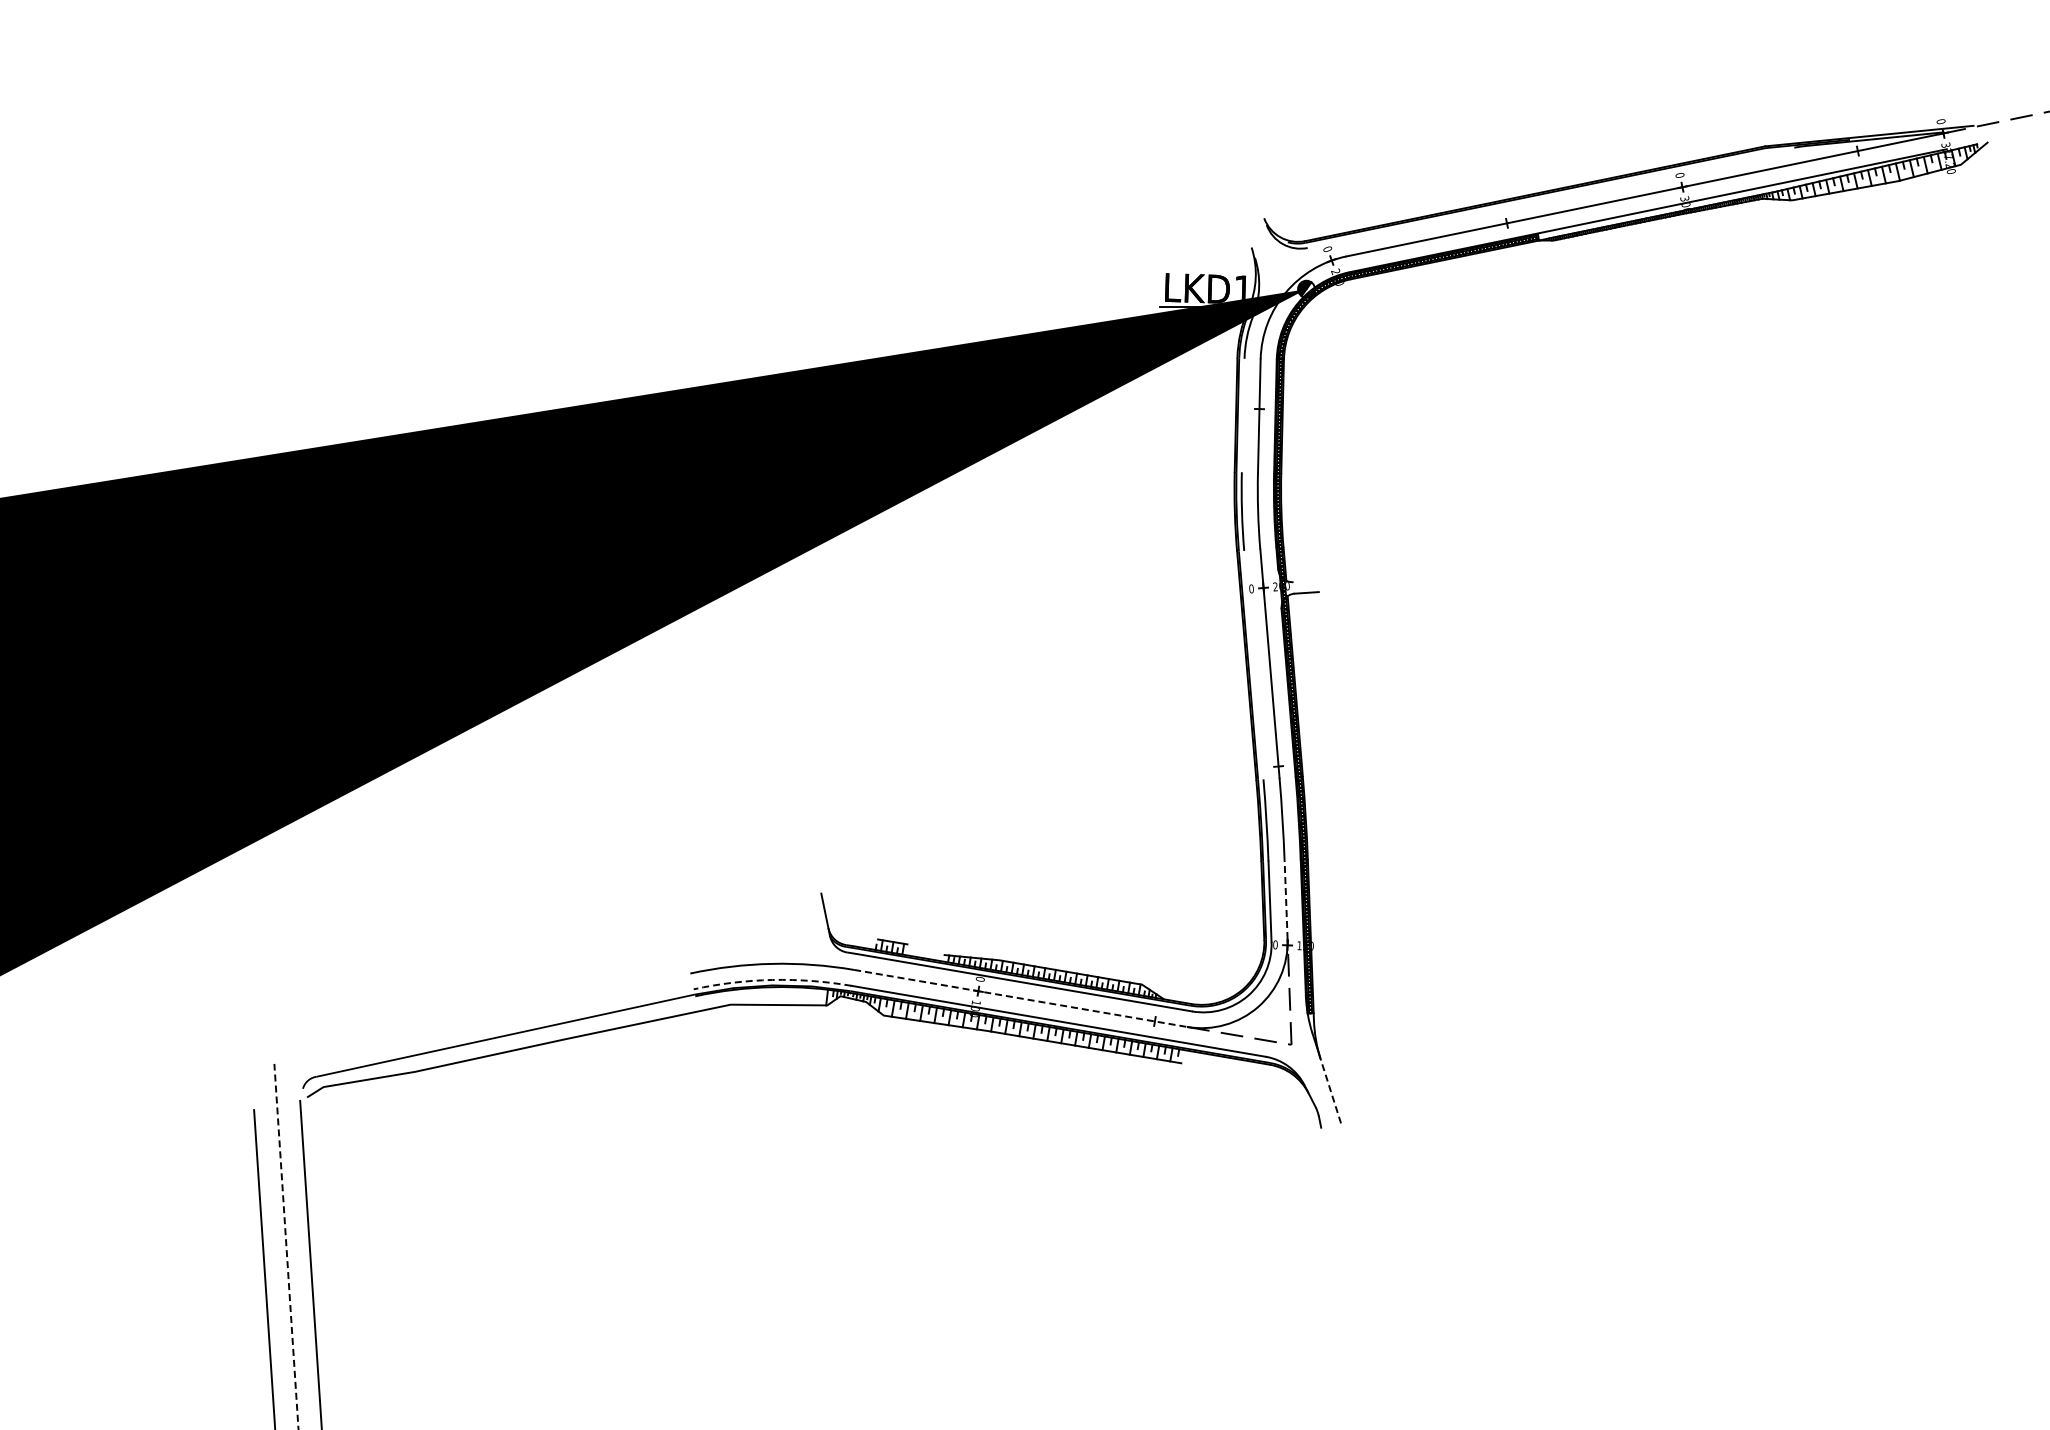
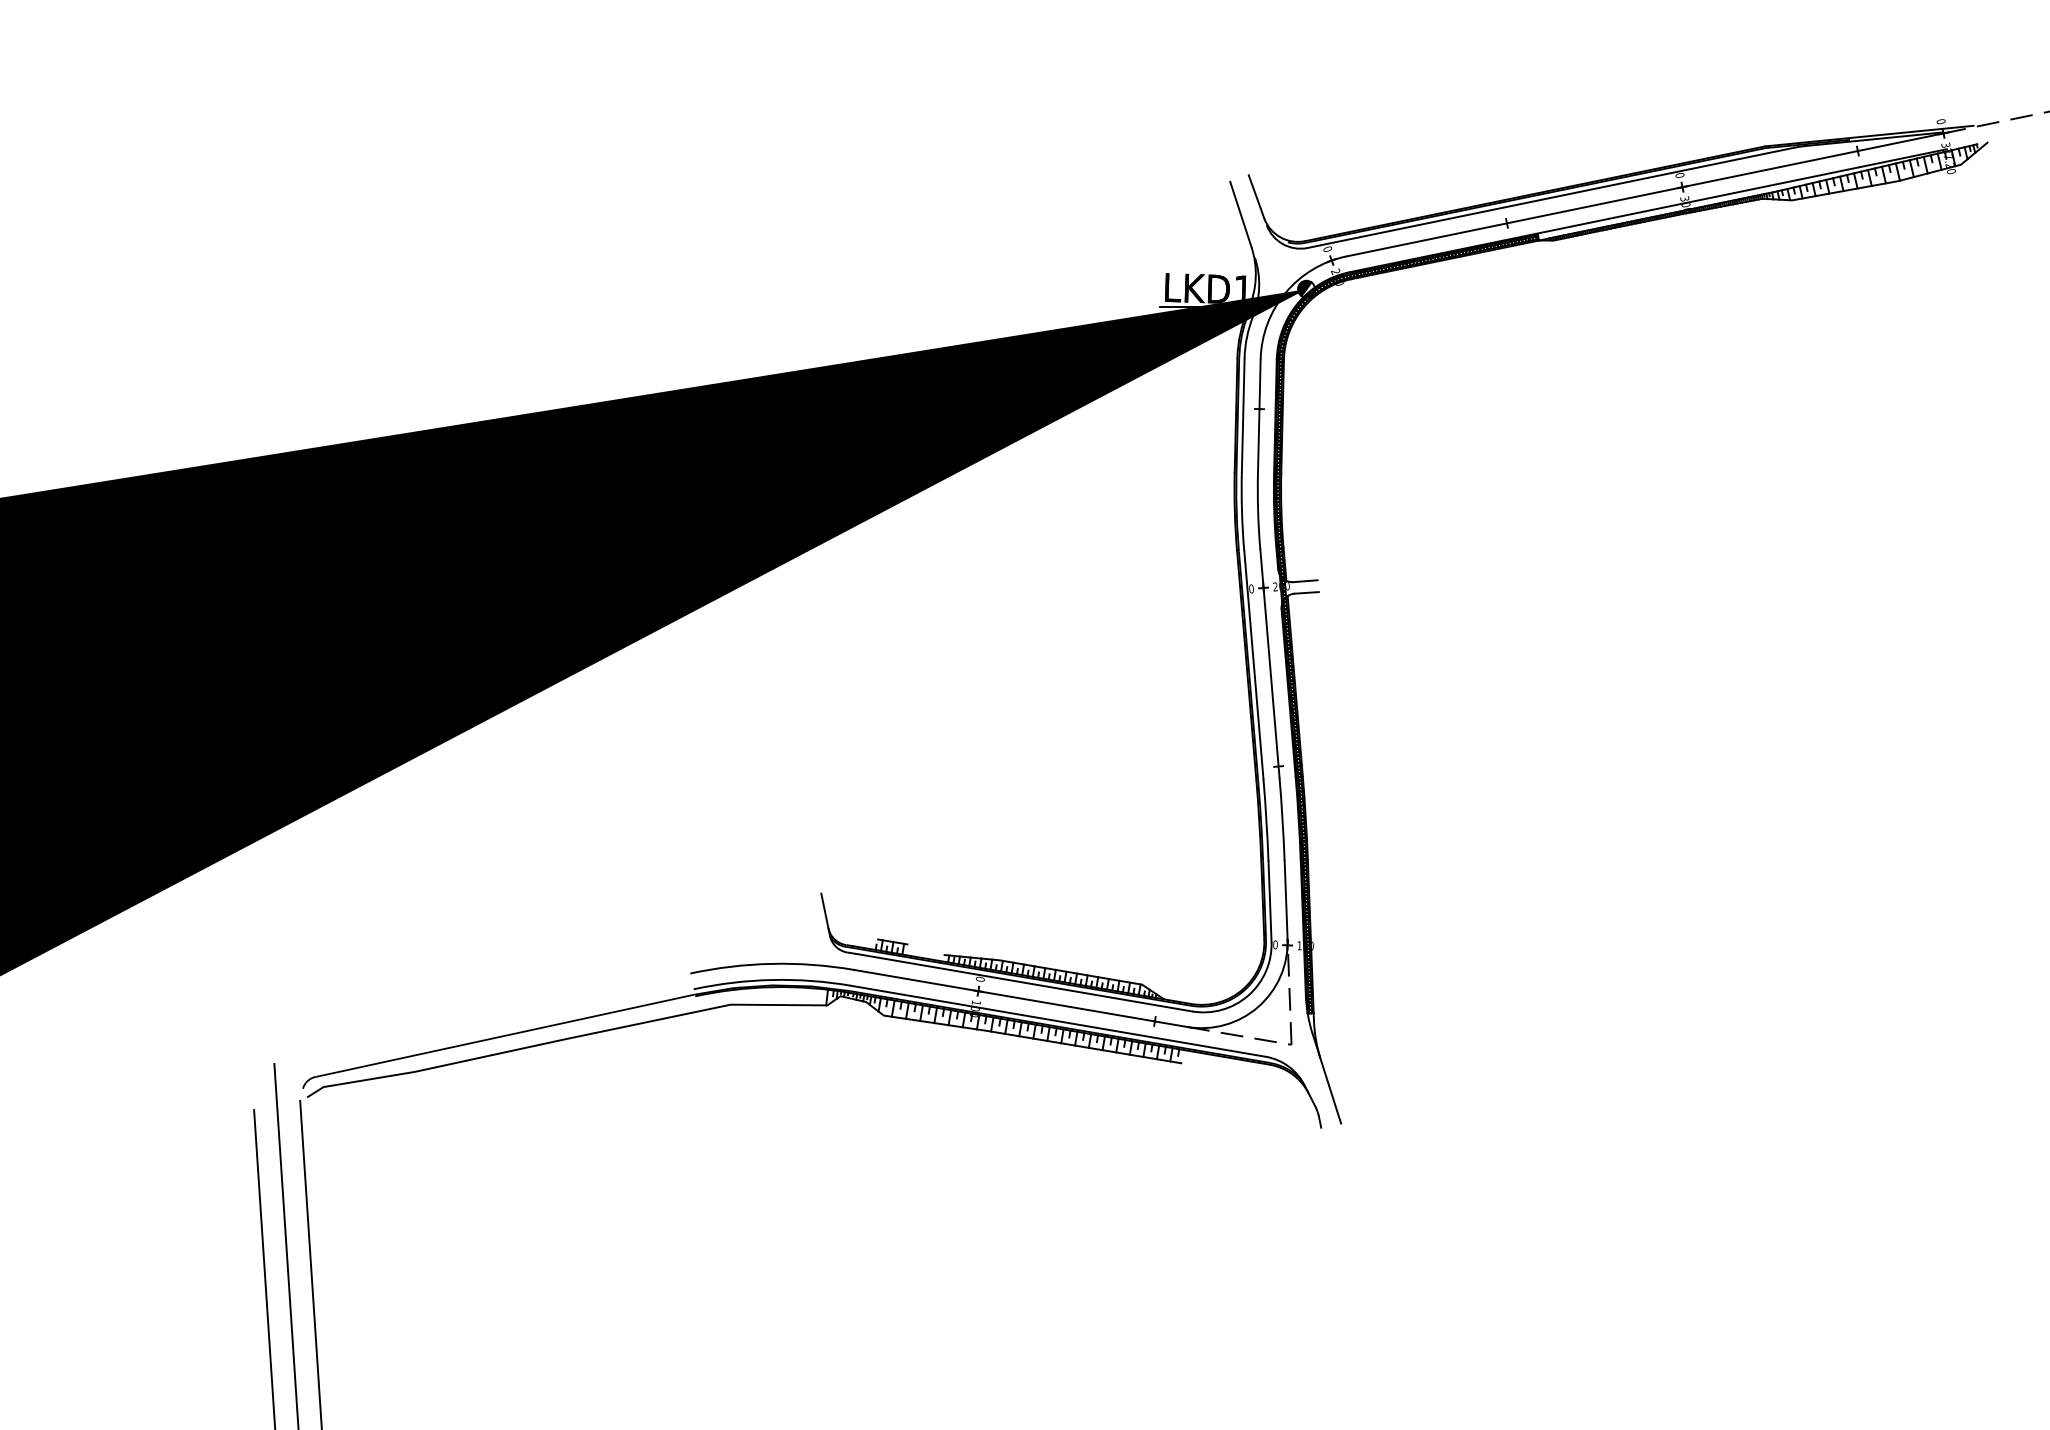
line at (1256, 196): none -> present
line at (1550, 197): none -> present
line at (1240, 214): none -> present
line at (1242, 415): none -> present
line at (1305, 581): none -> present
line at (1253, 664): none -> present
line at (1286, 899): dashed -> solid
arc at (772, 979): dashed -> solid
line at (1020, 998): dashed -> solid
line at (1330, 1088): dashed -> solid
line at (286, 1246): dashed -> solid
